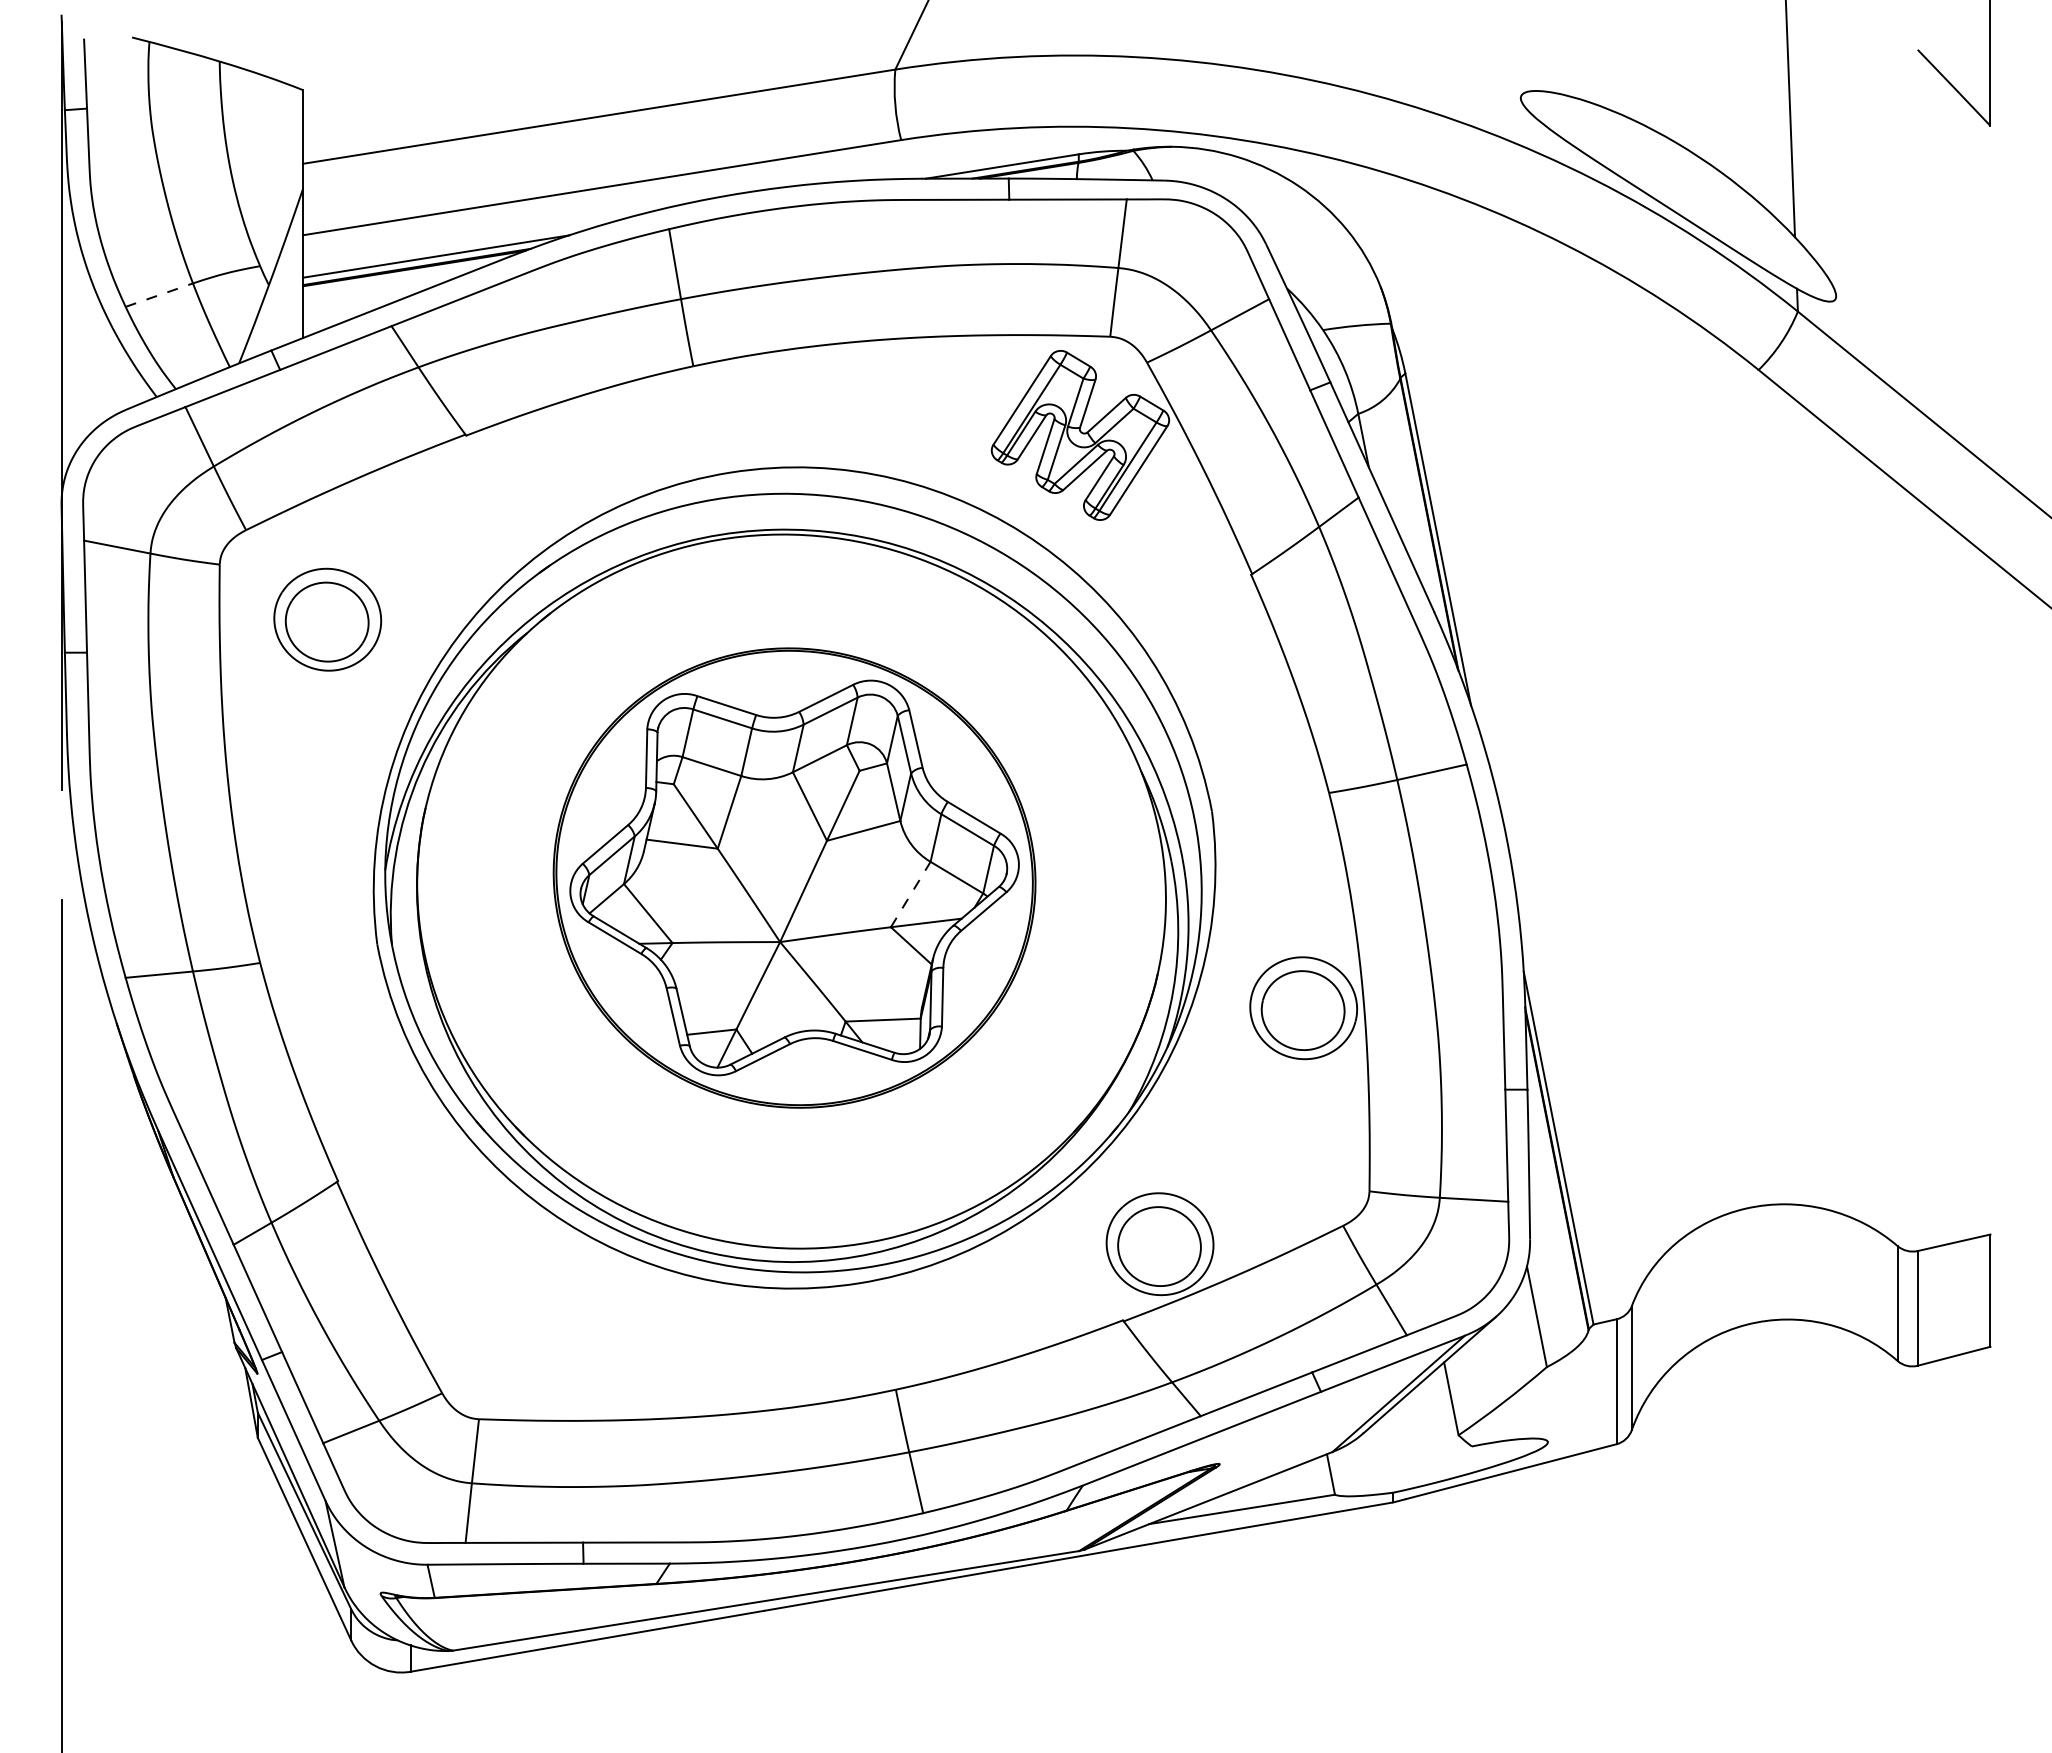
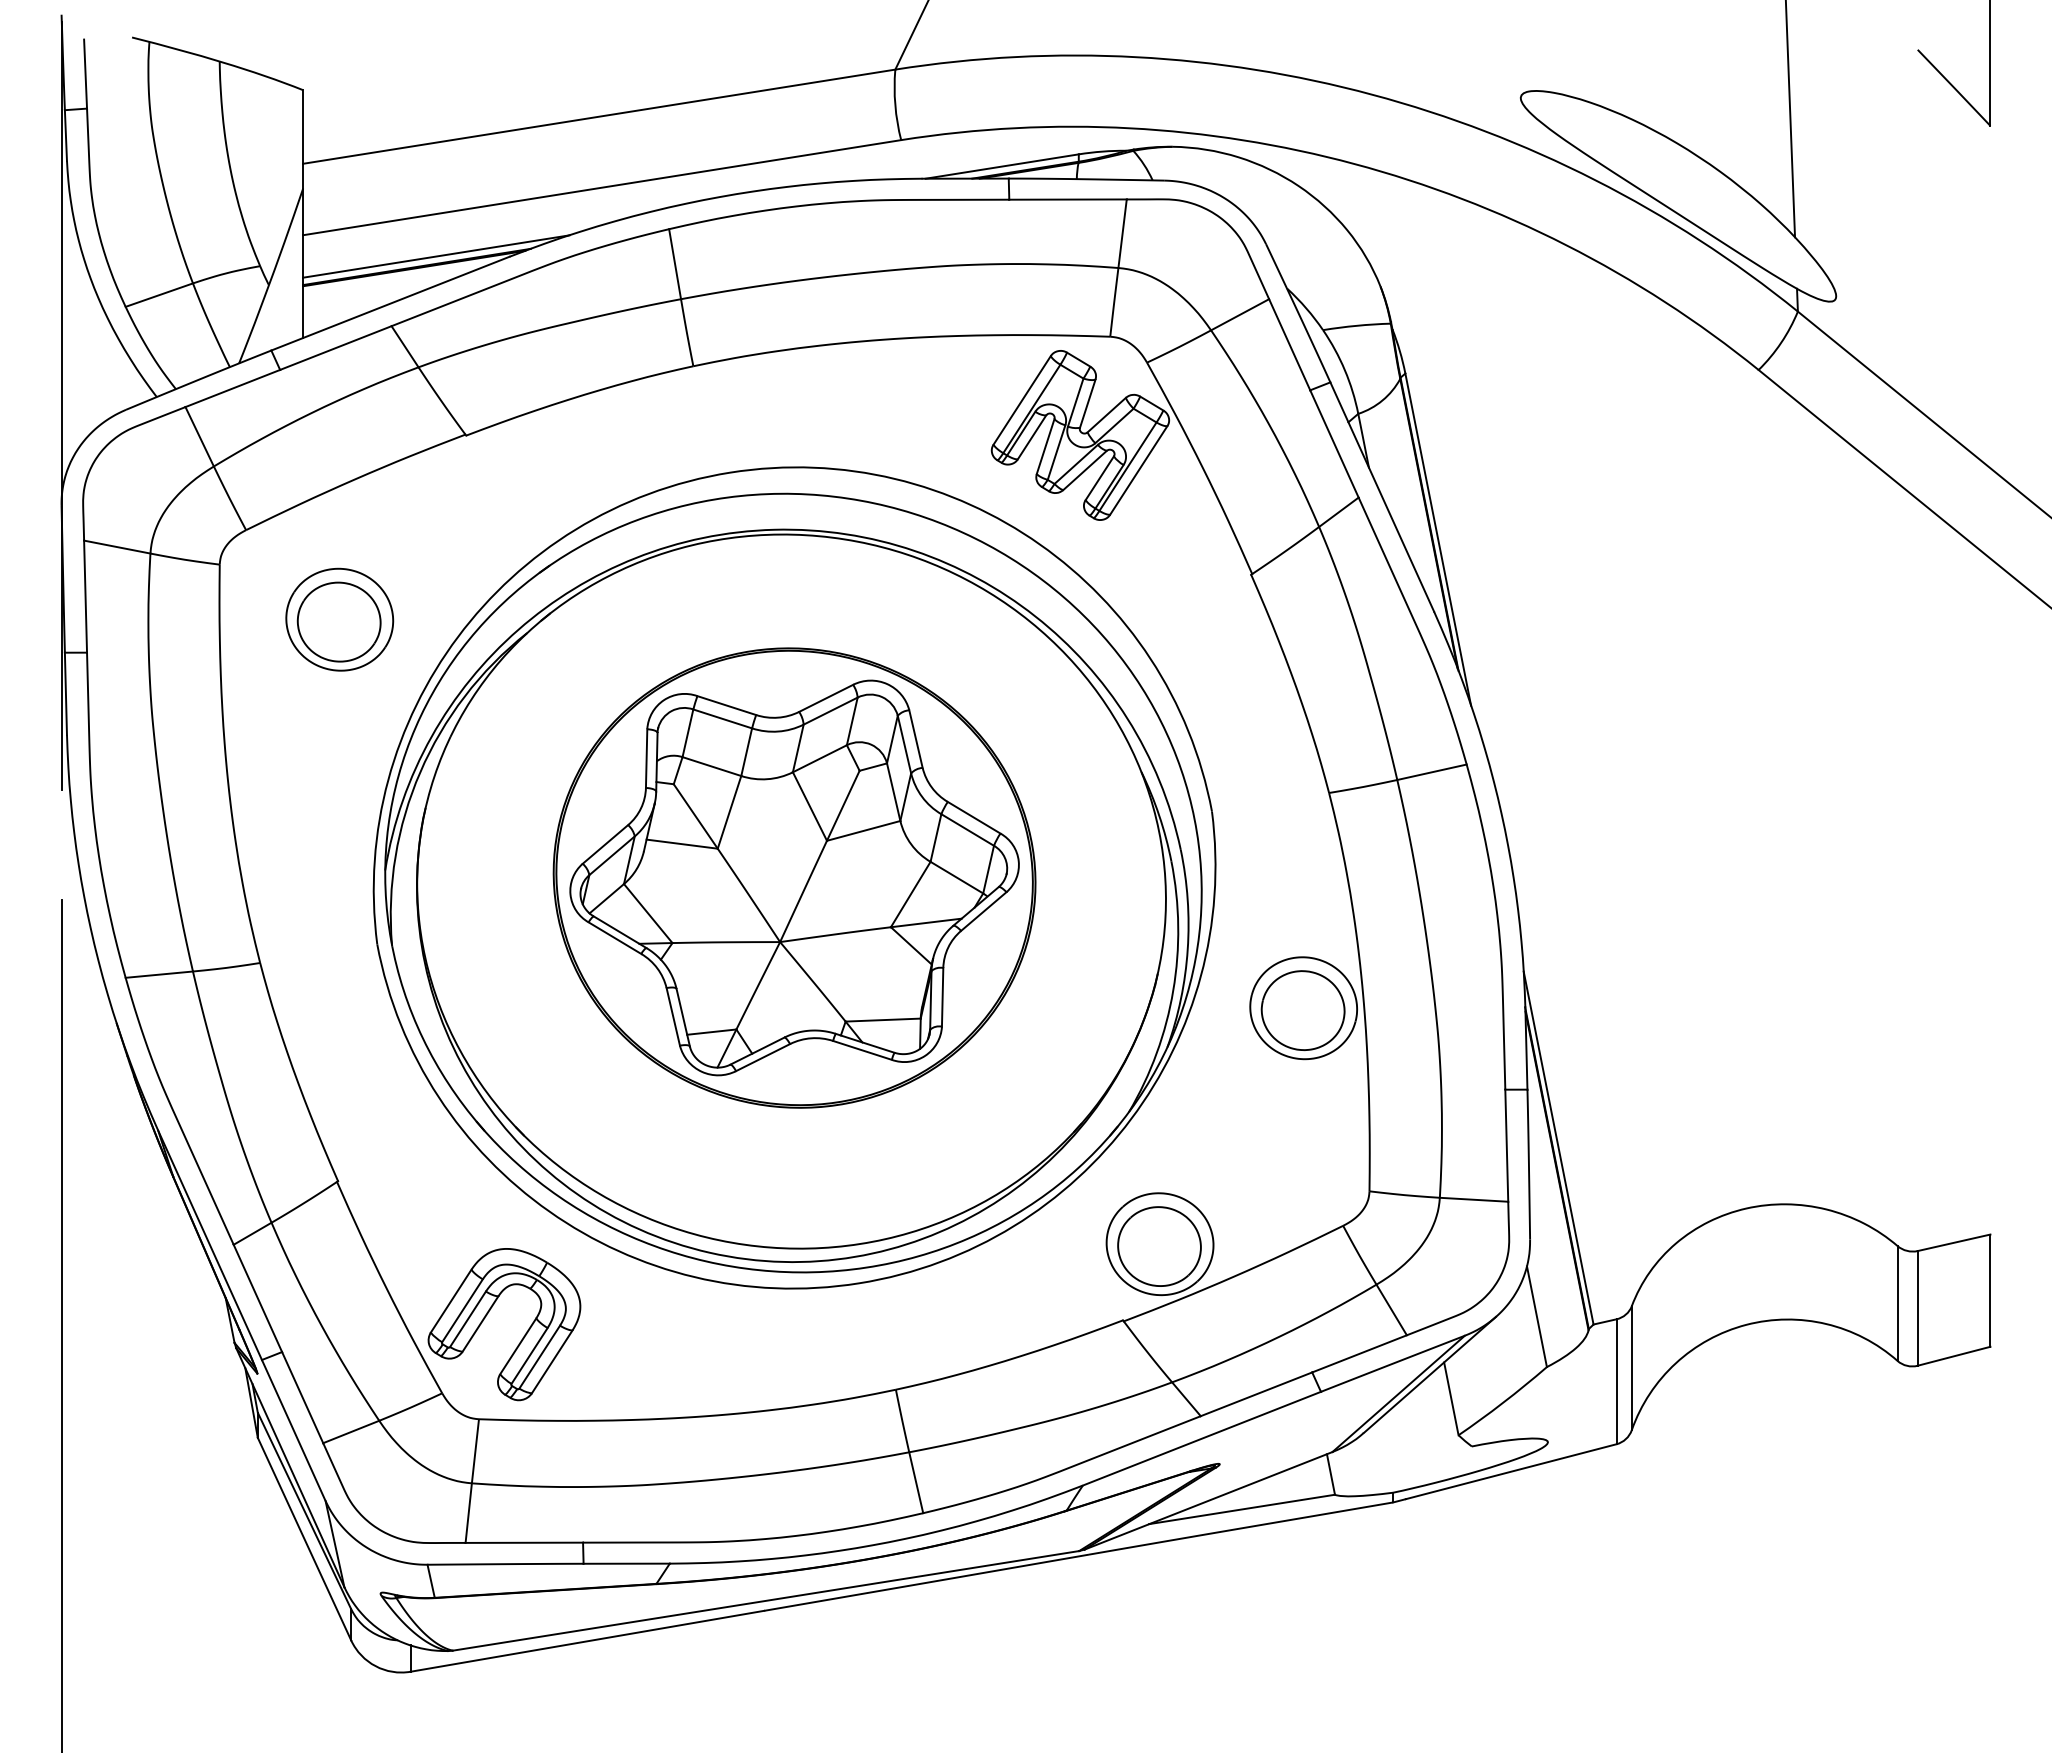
line at (159, 295): dashed -> solid
part at (327, 619) position: (327, 619) -> (339, 619)
line at (911, 894): dashed -> solid
part at (489, 1312): none -> present
